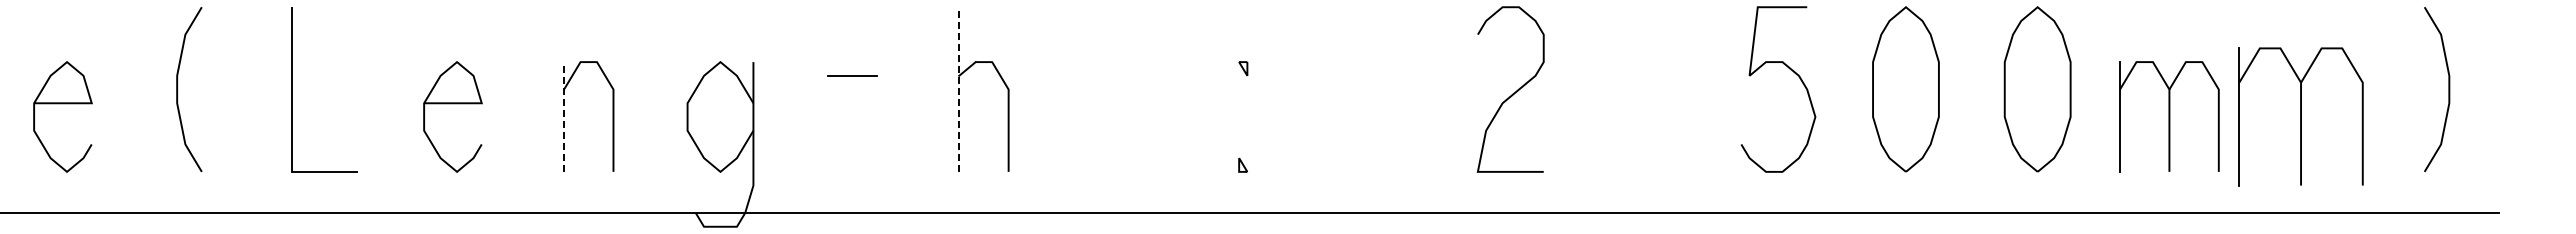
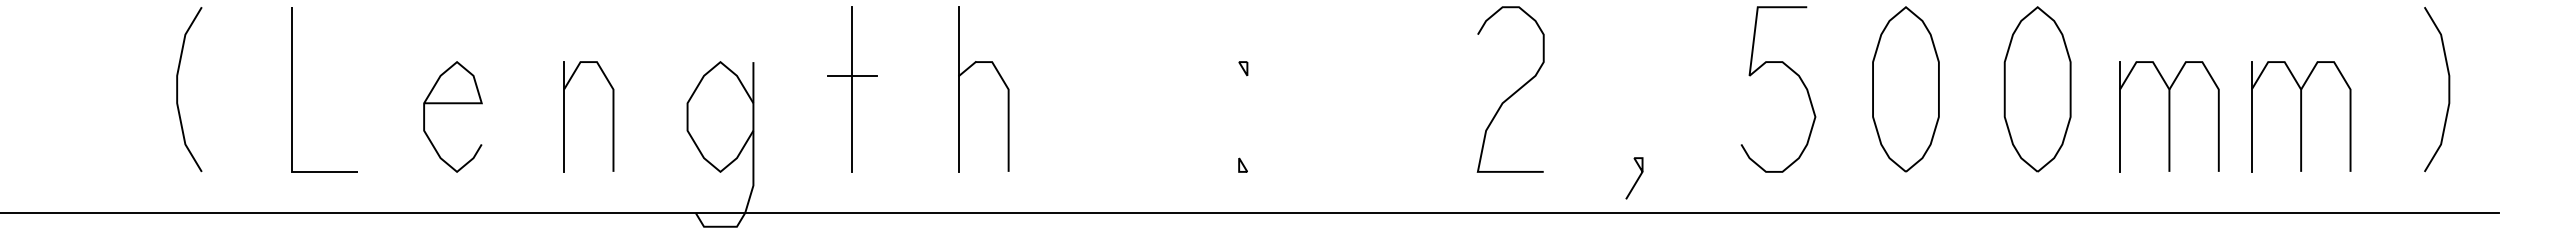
line at (852, 89): none -> present
line at (959, 89): dashed -> solid
curve at (62, 104): present -> none
line at (564, 116): dashed -> solid
part at (2300, 116) size: 126x140 px -> 101x112 px
line at (1636, 179): none -> present
